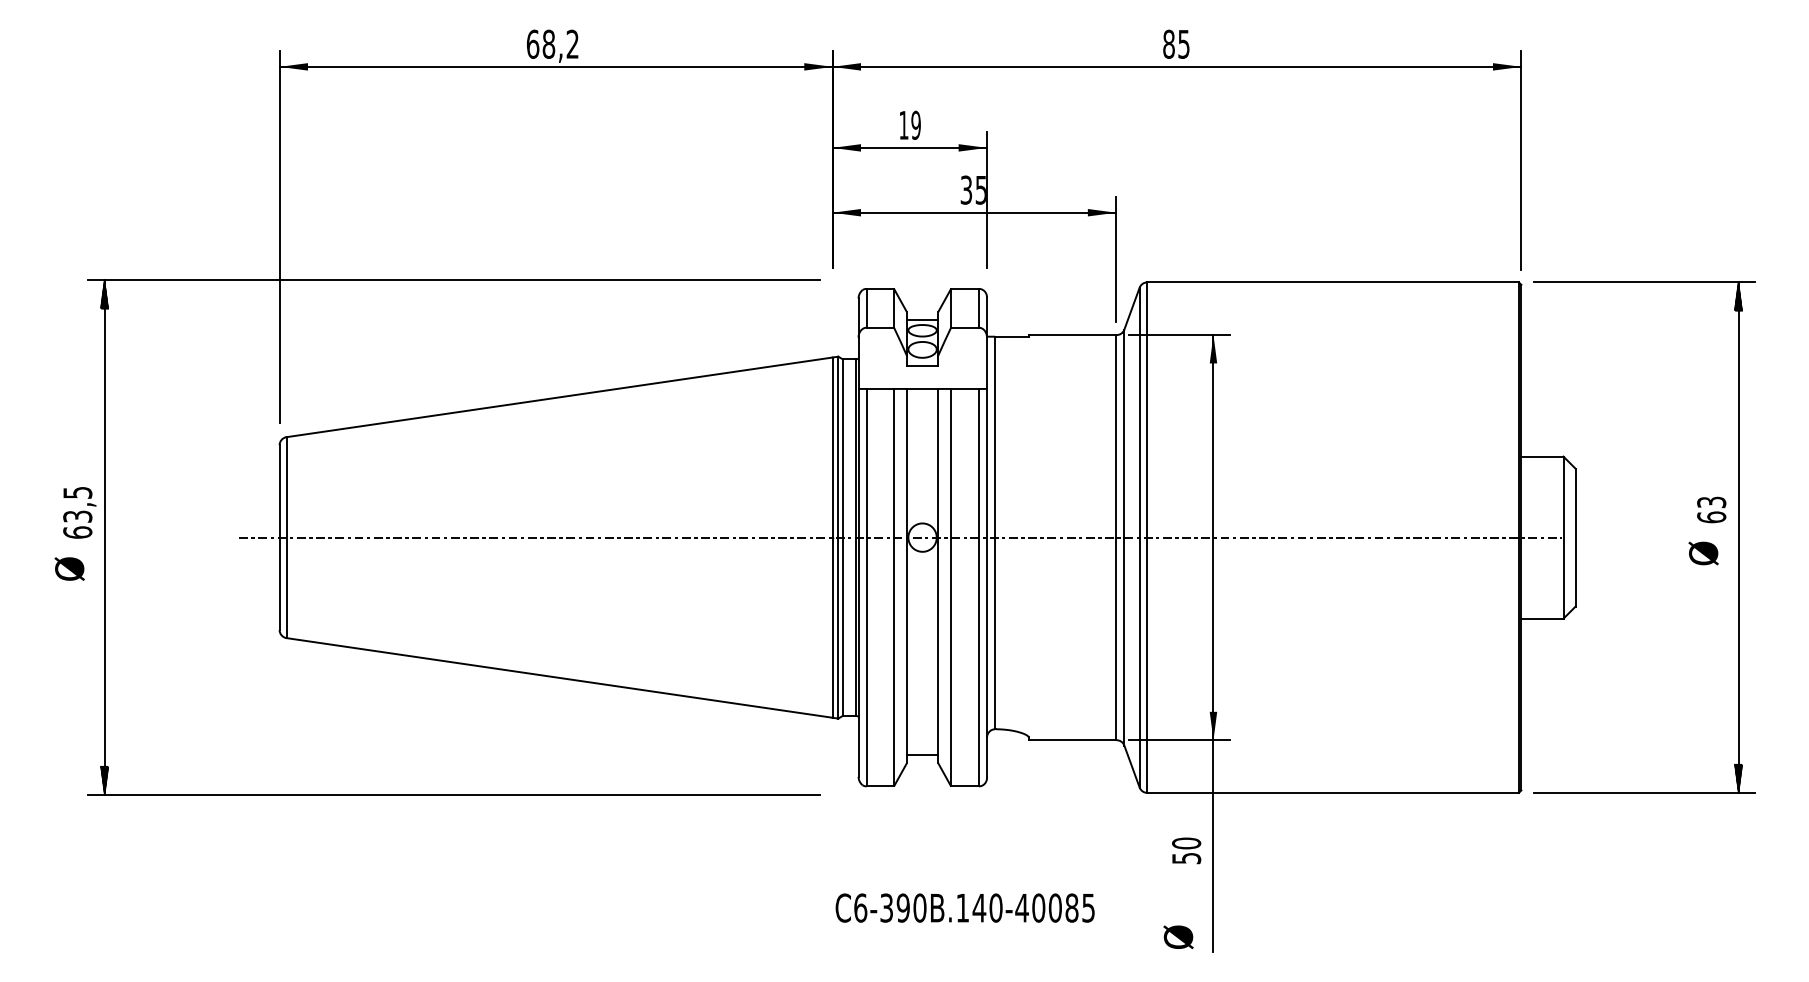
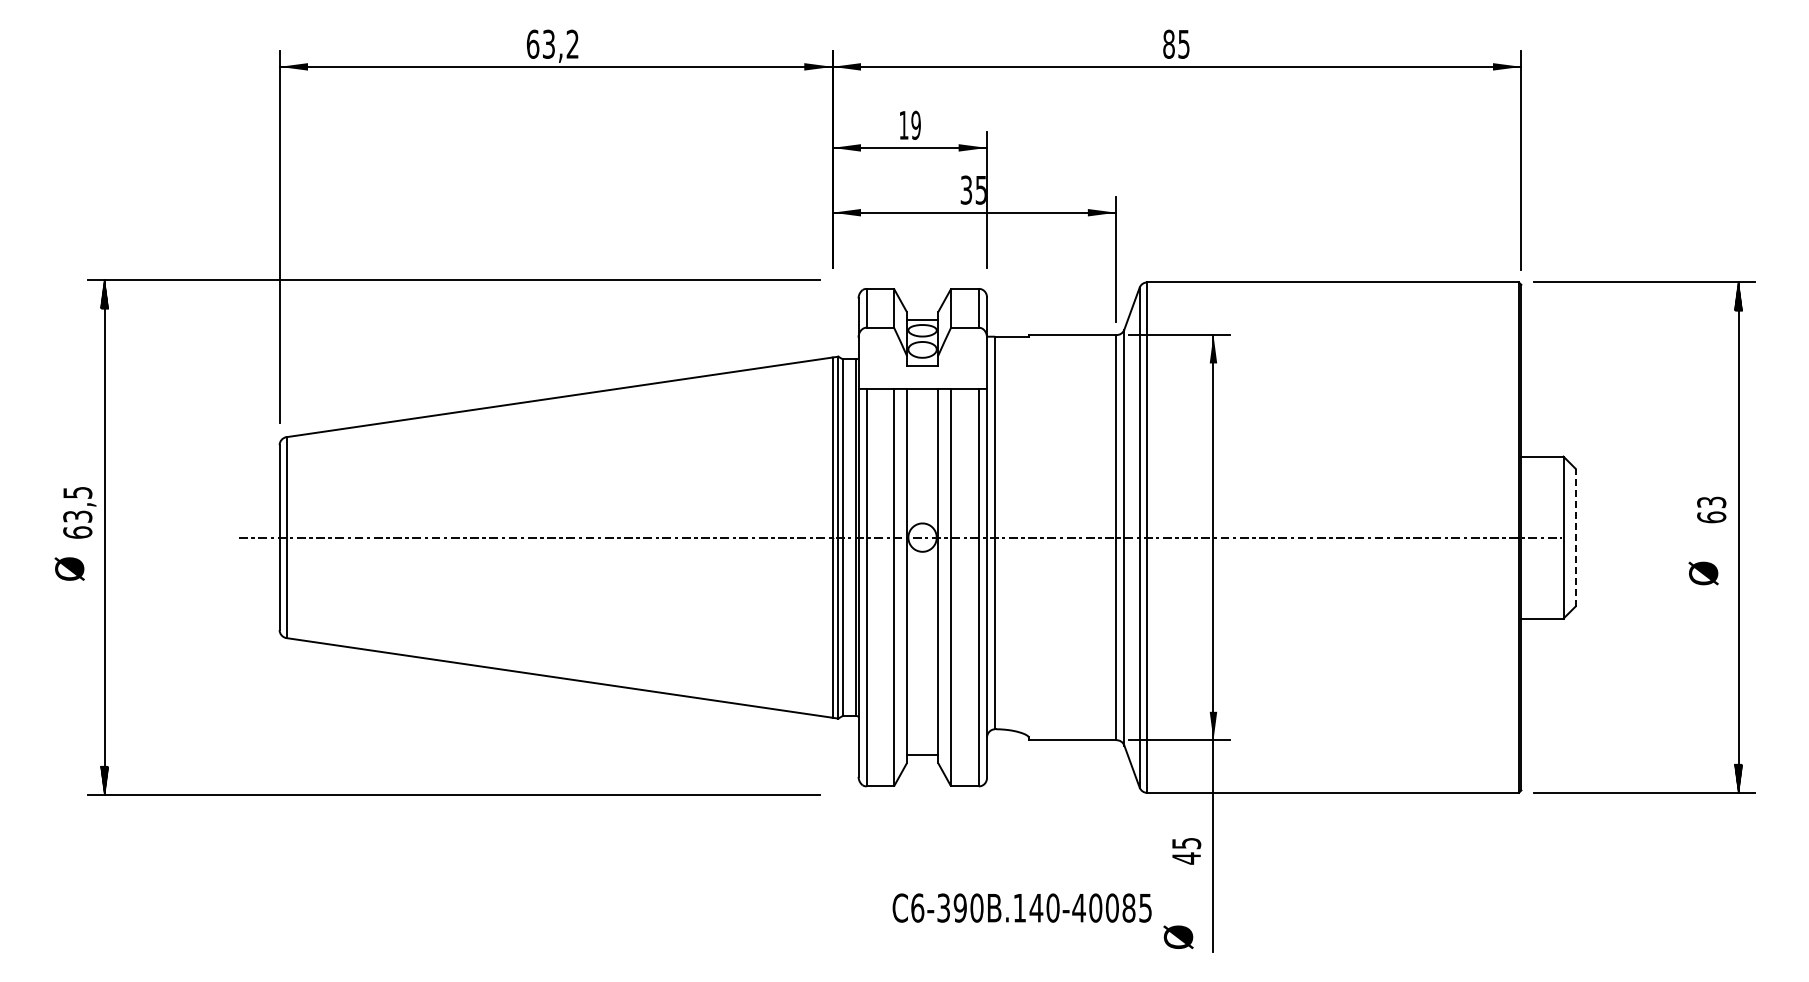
text at (548, 43): 68,2 -> 63,2
line at (1575, 537): solid -> dashed
text at (1703, 553) position: (1703, 553) -> (1703, 573)
text at (1186, 850): 50 -> 45
text at (964, 907) position: (964, 907) -> (1021, 907)
